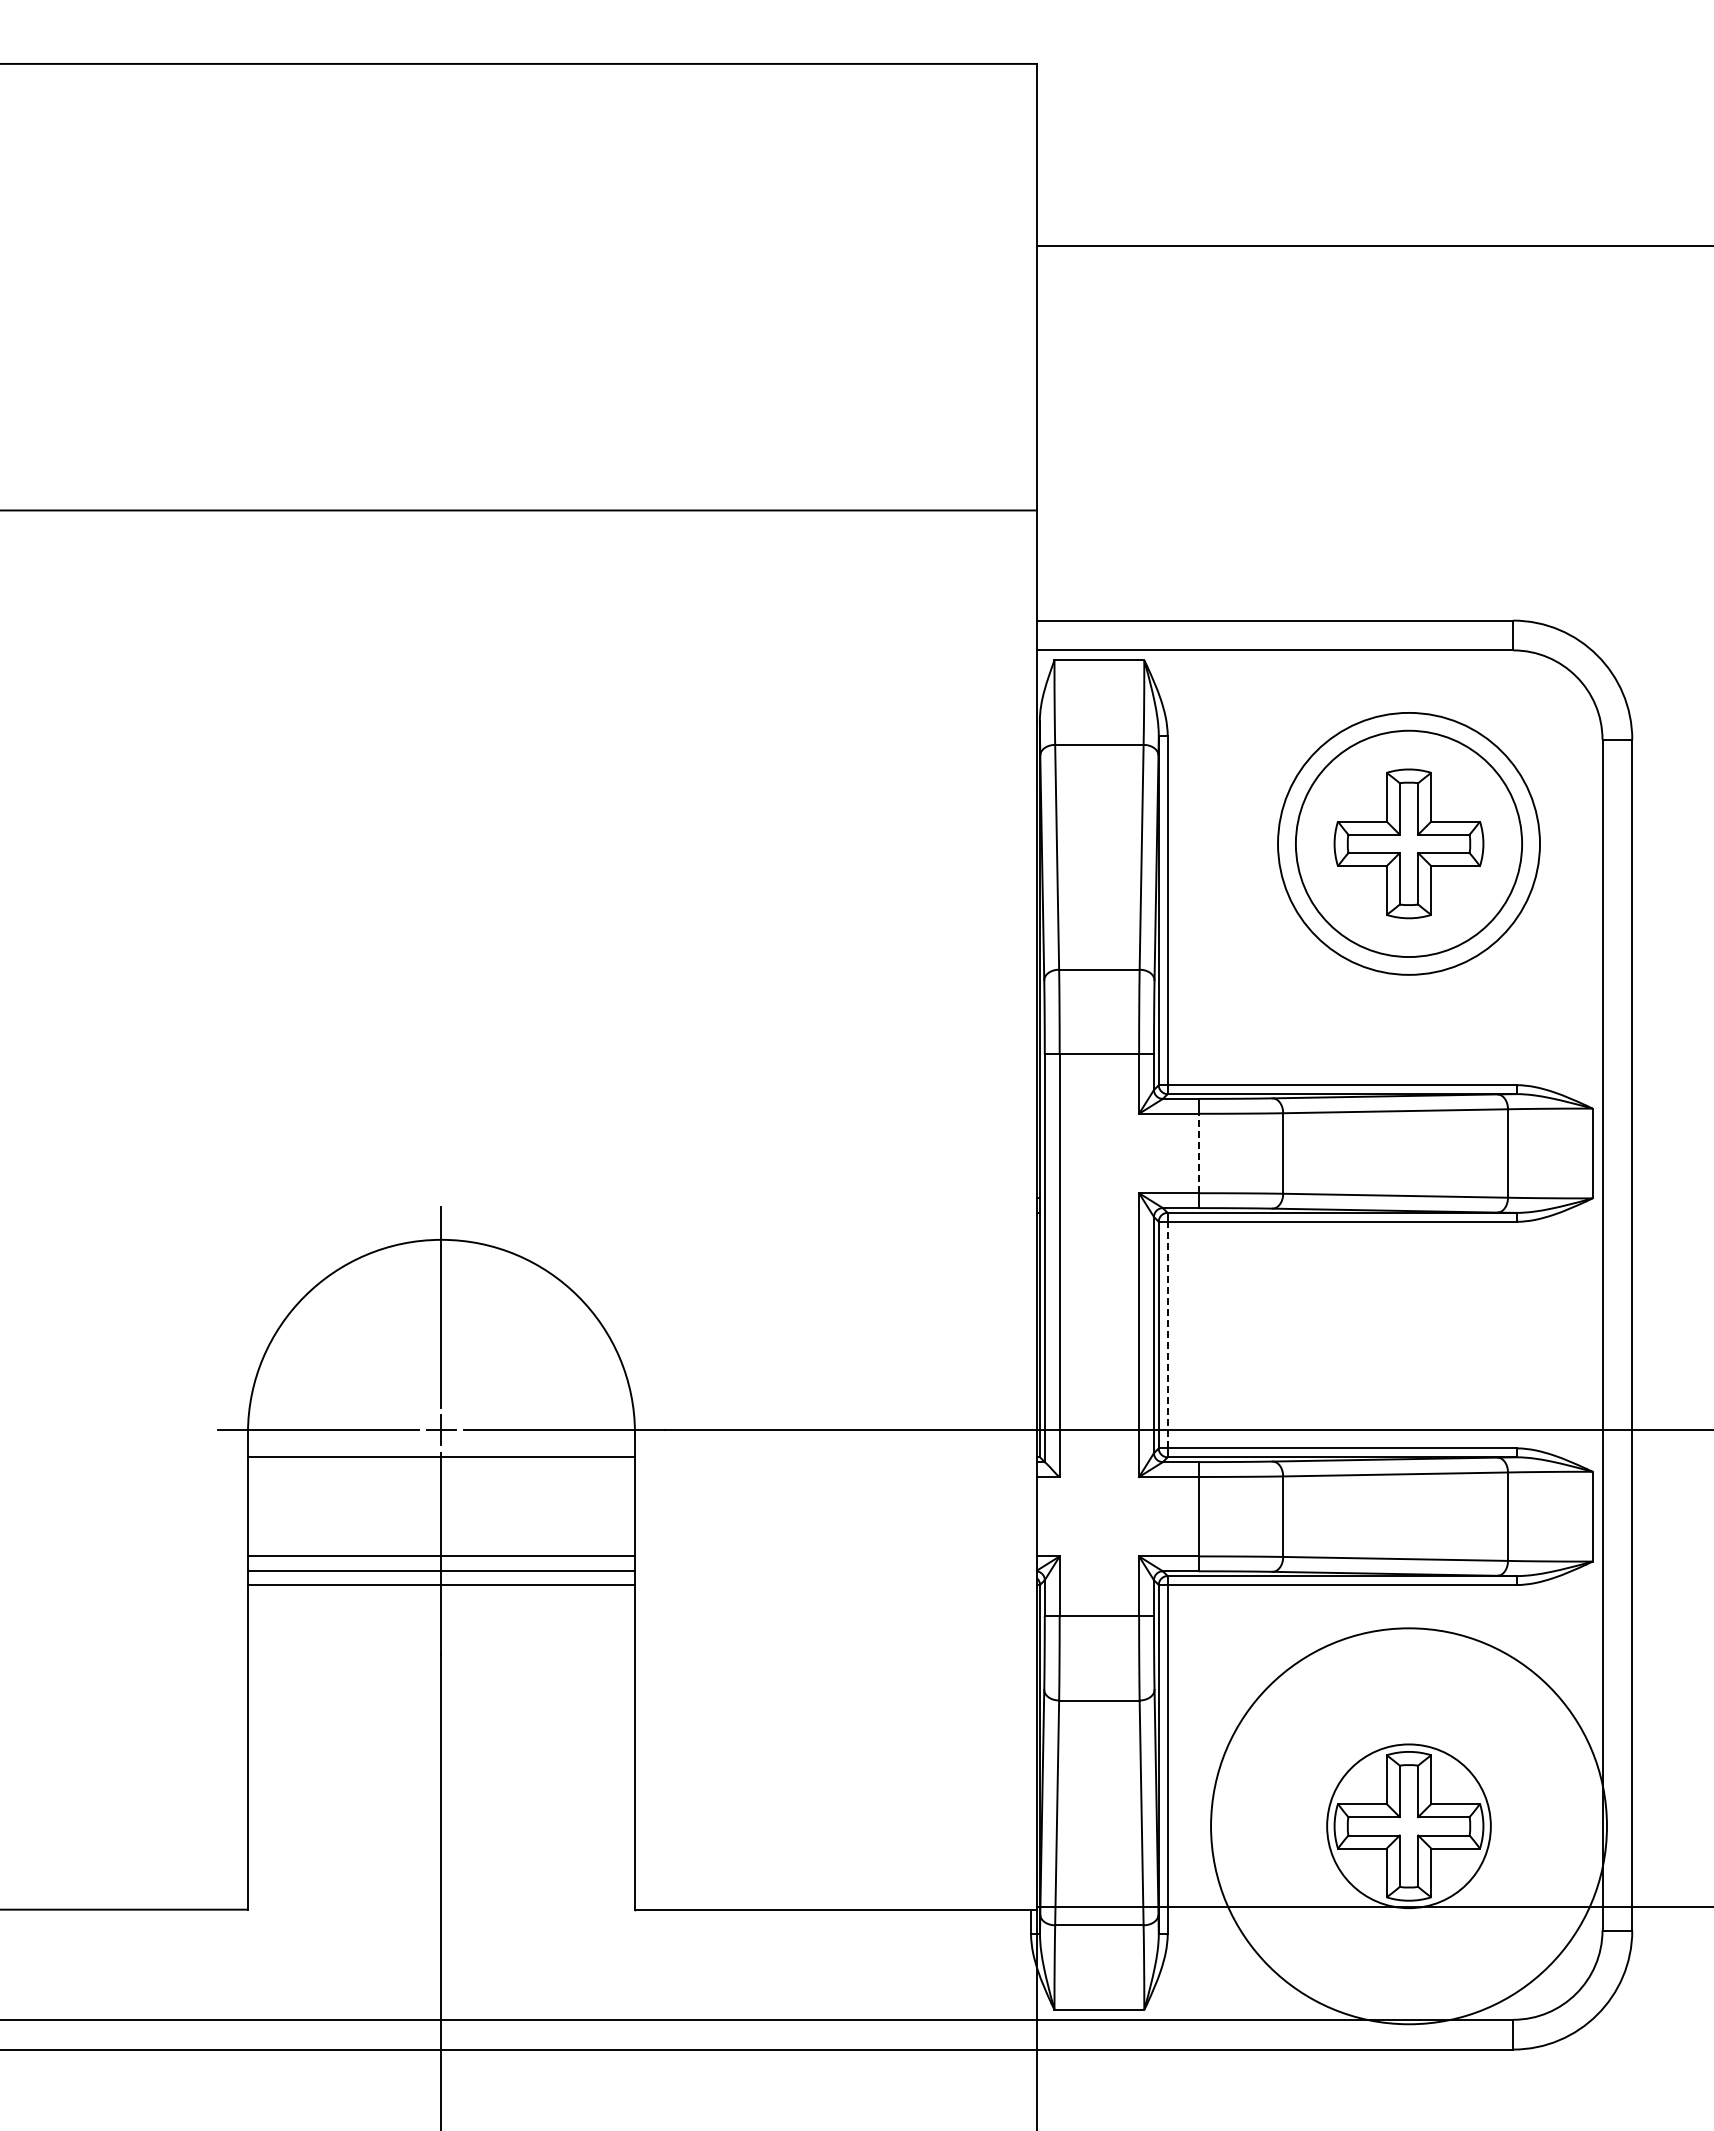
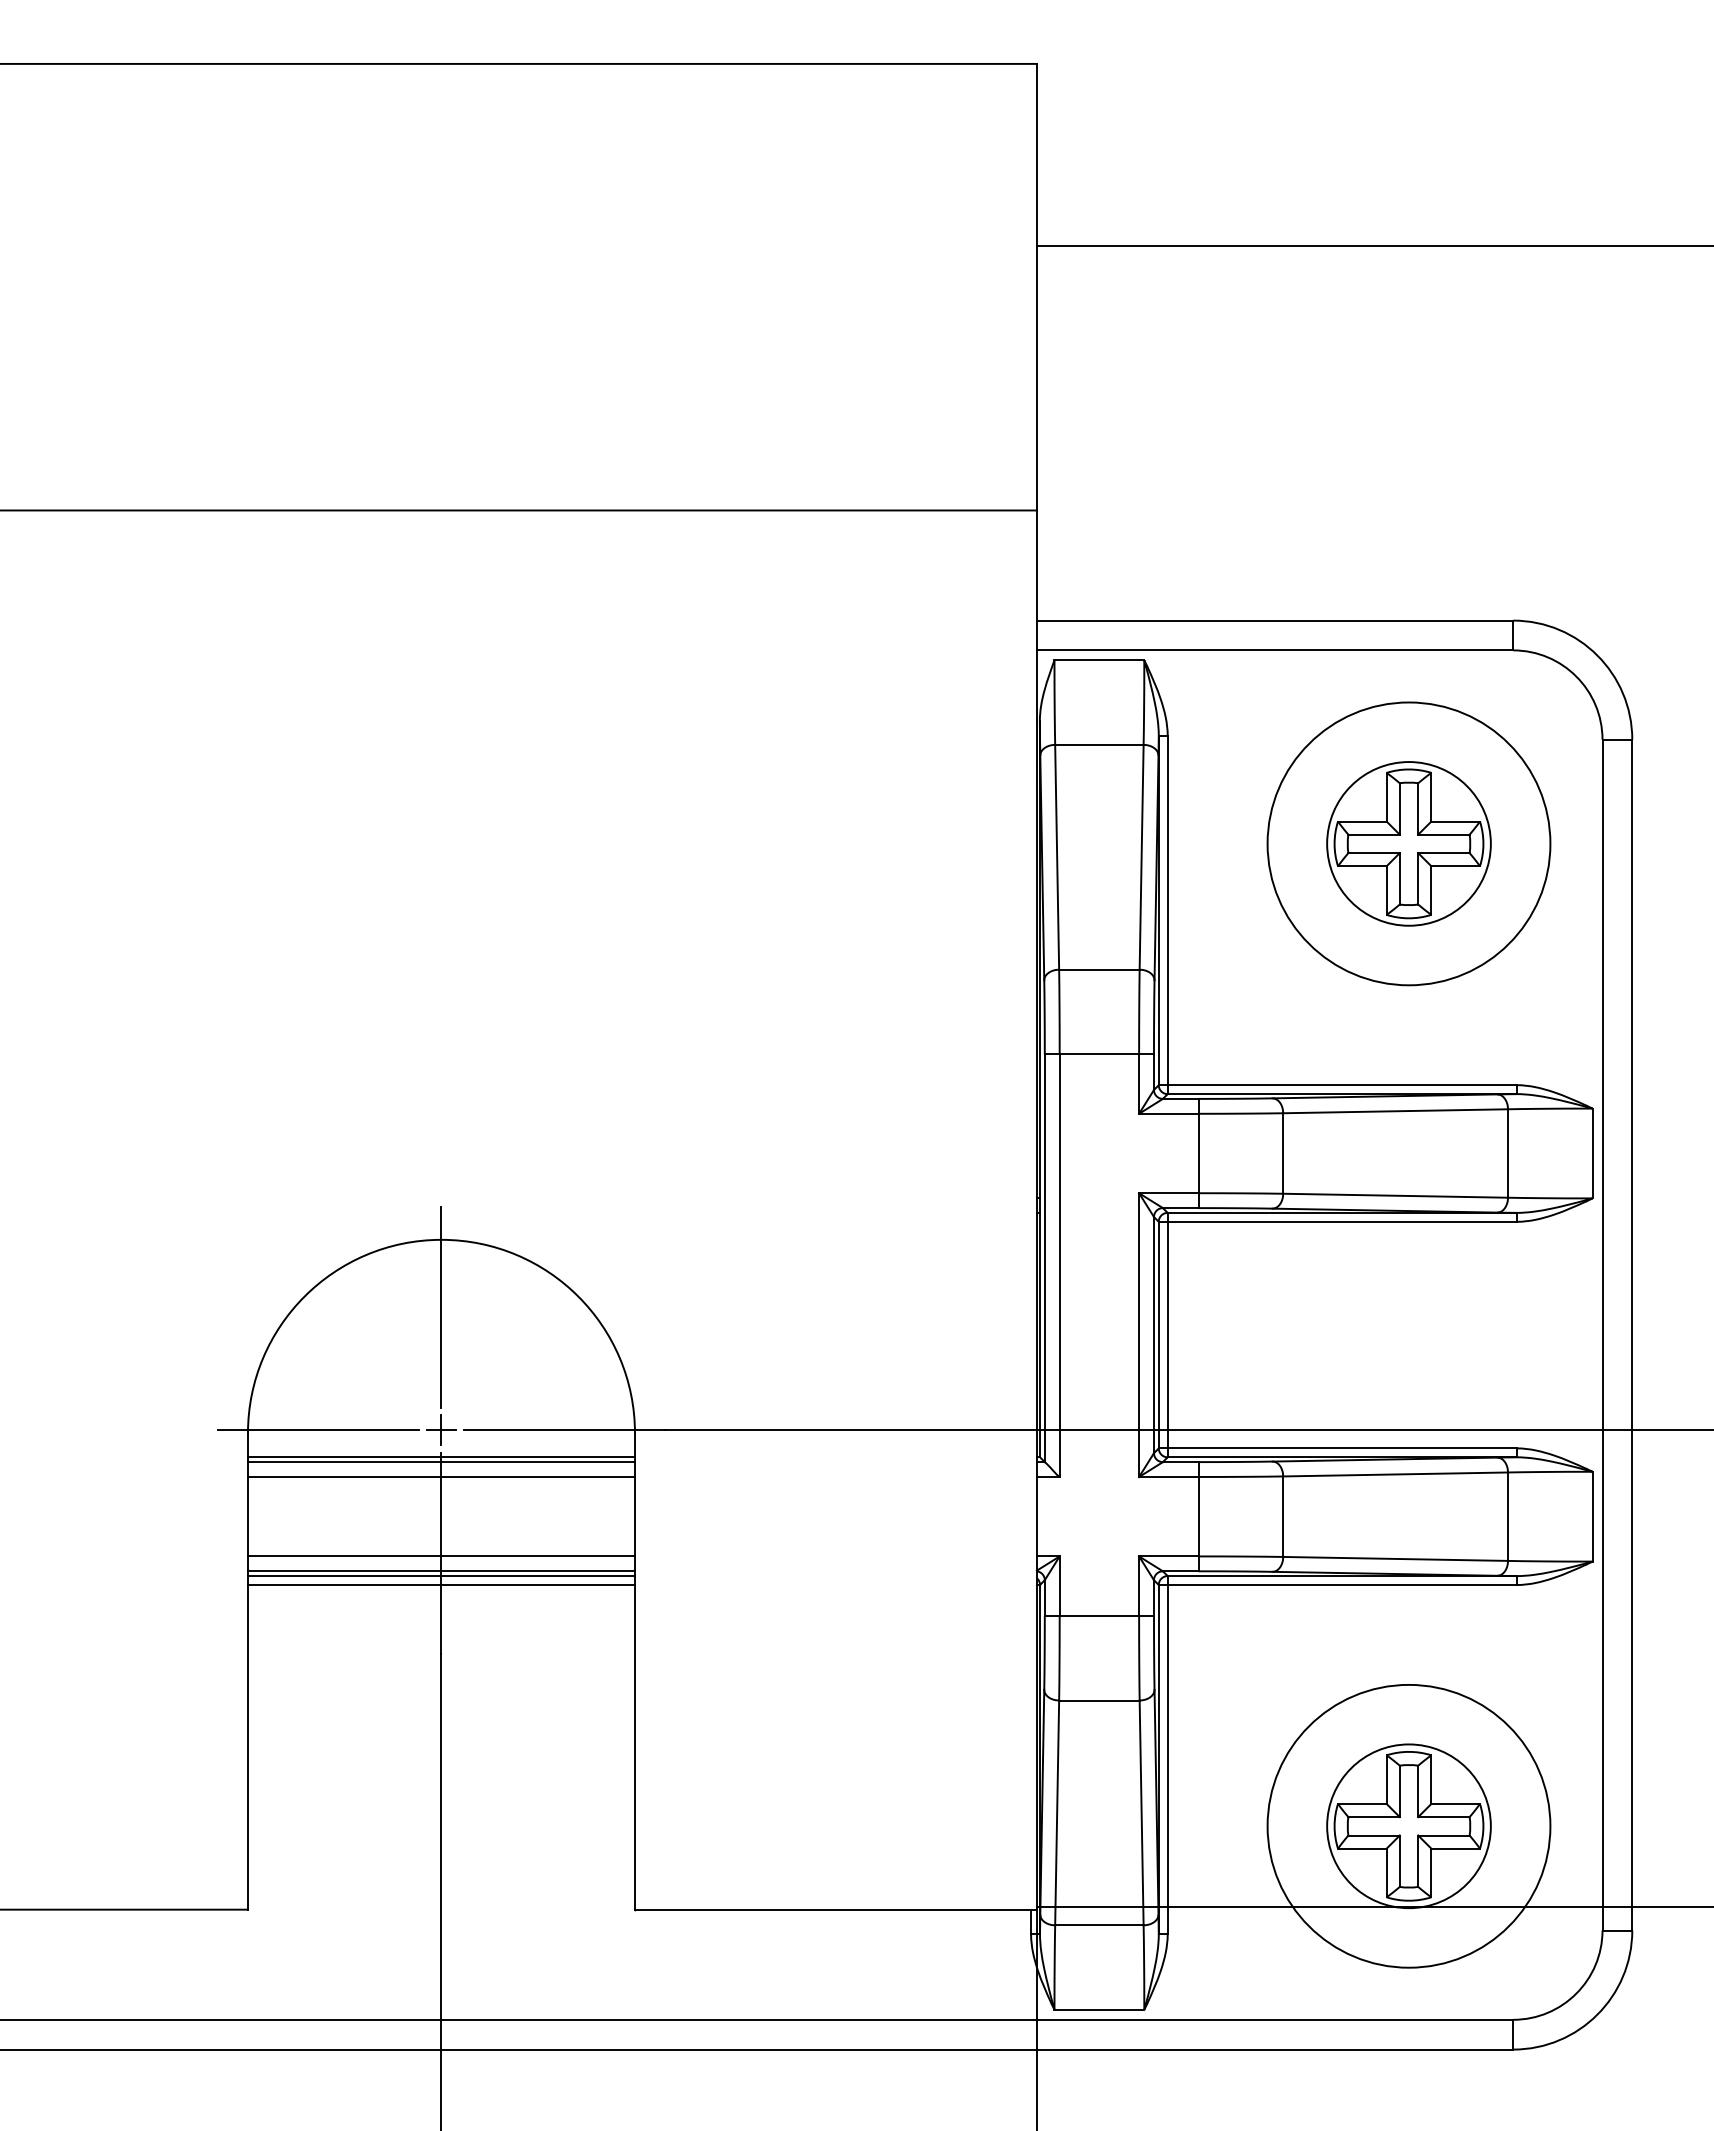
circle at (1408, 843) diameter: 226 px -> 283 px
circle at (1408, 843) diameter: 262 px -> 164 px
line at (1198, 1153): dashed -> solid
line at (1167, 1334): dashed -> solid
line at (440, 1462): none -> present
line at (440, 1476): none -> present
line at (440, 1576): none -> present
circle at (1408, 1826) diameter: 396 px -> 283 px
